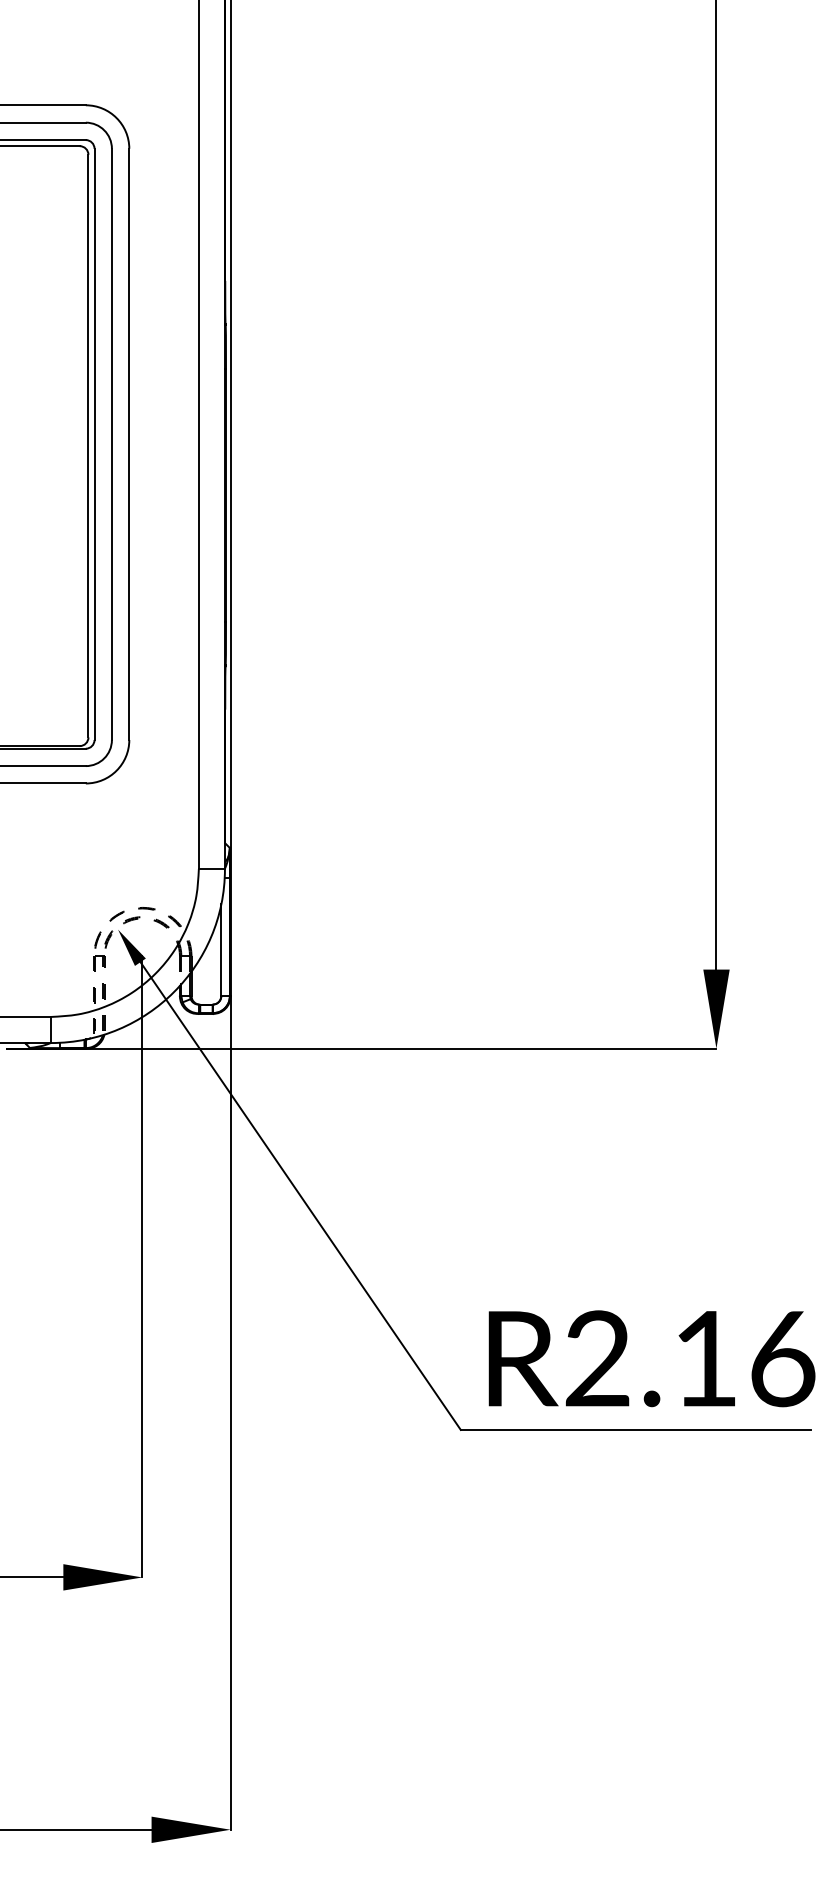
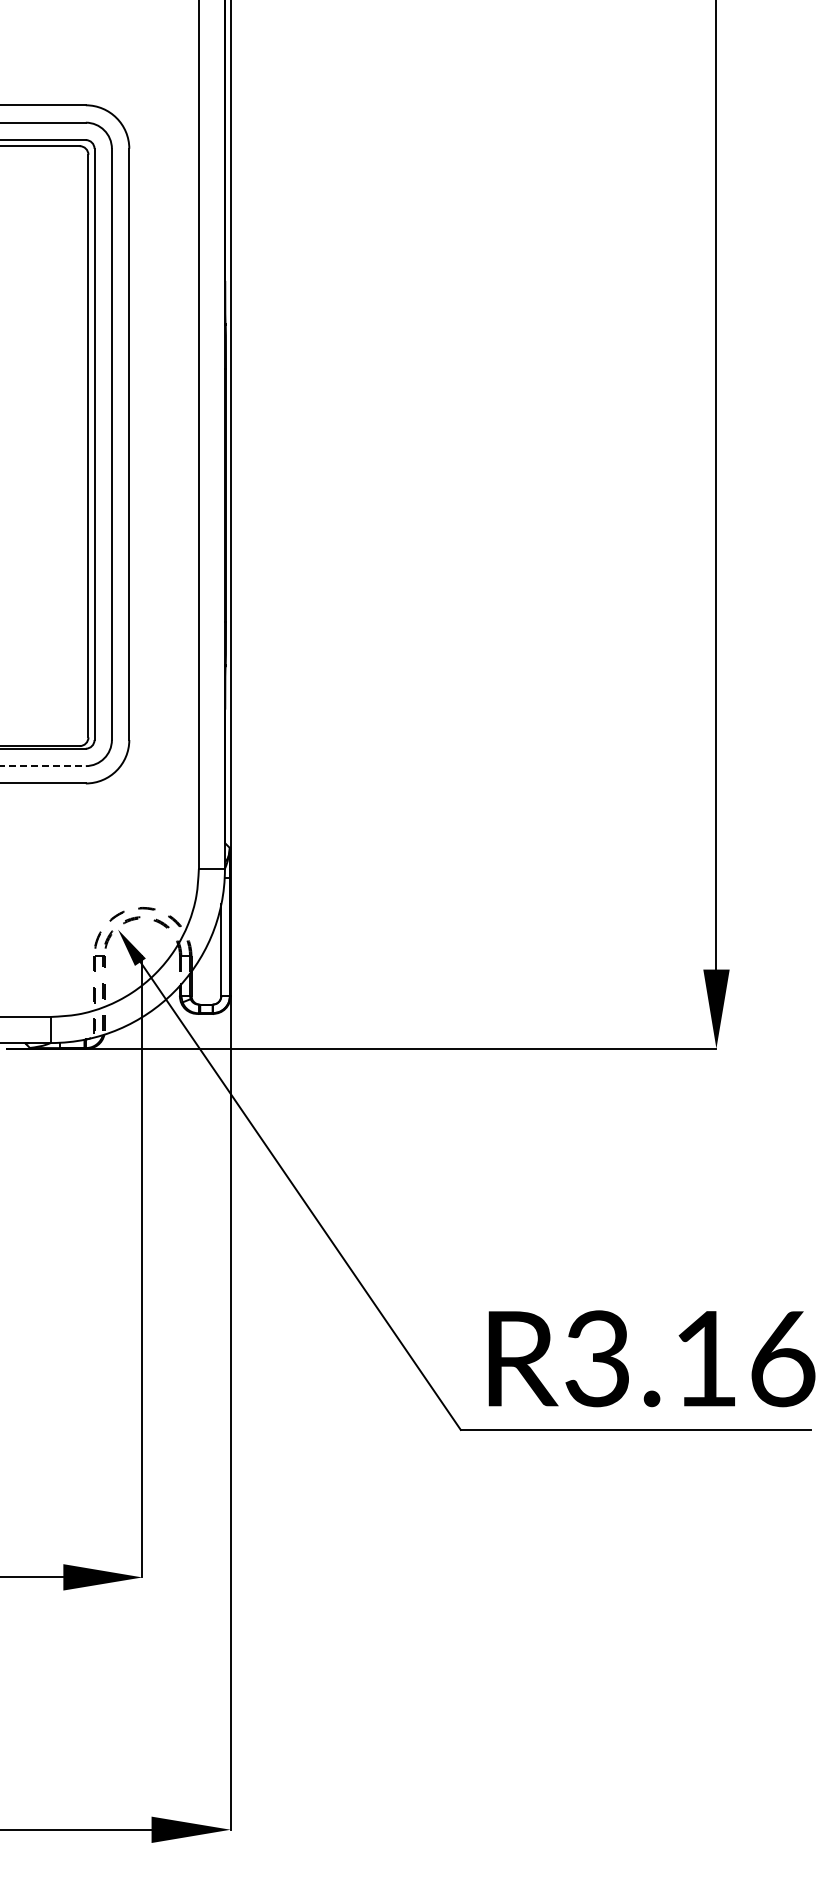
line at (43, 766): solid -> dashed
text at (597, 1359): R2.16 -> R3.16
